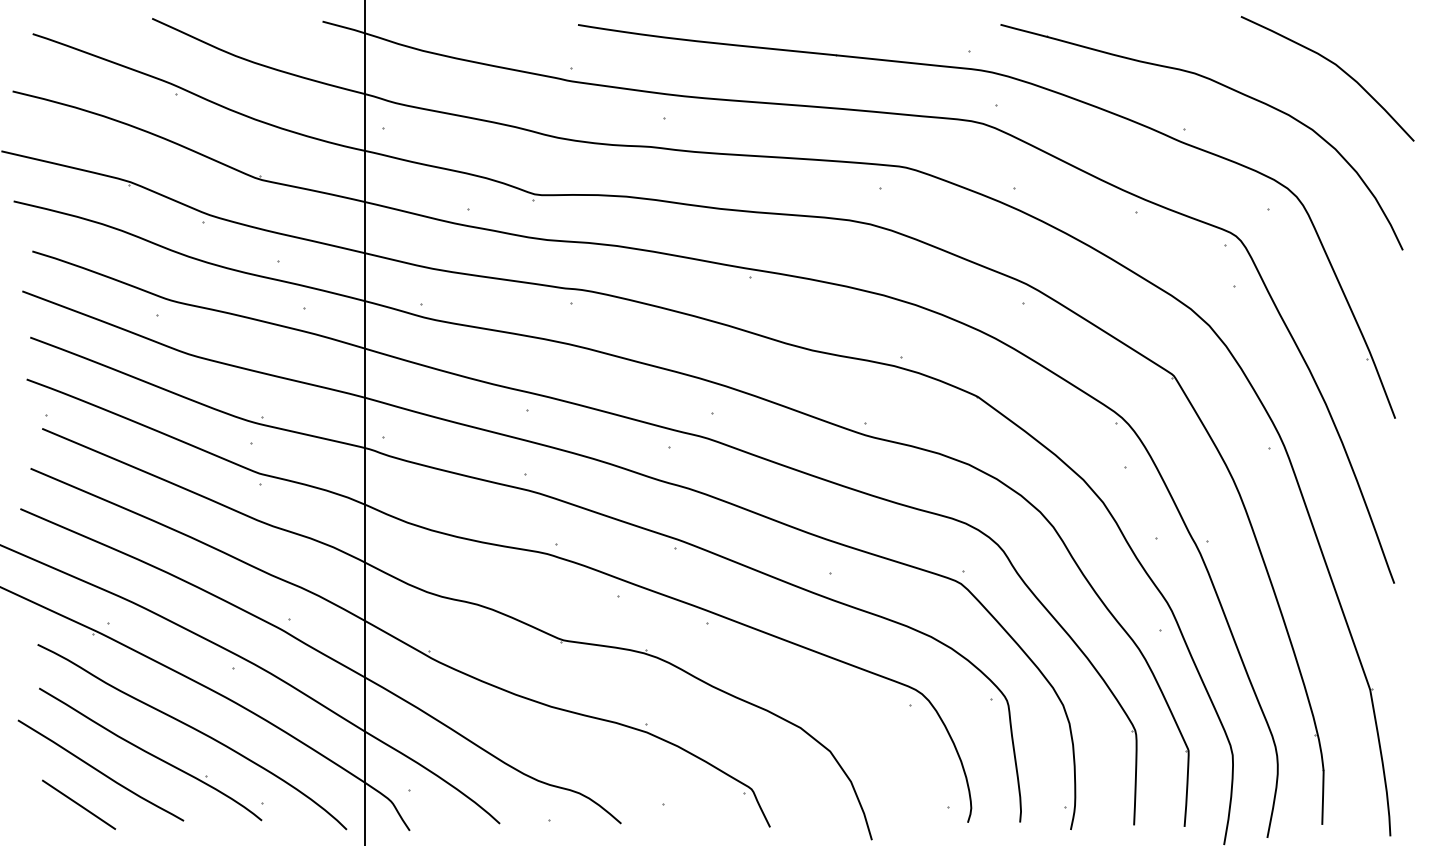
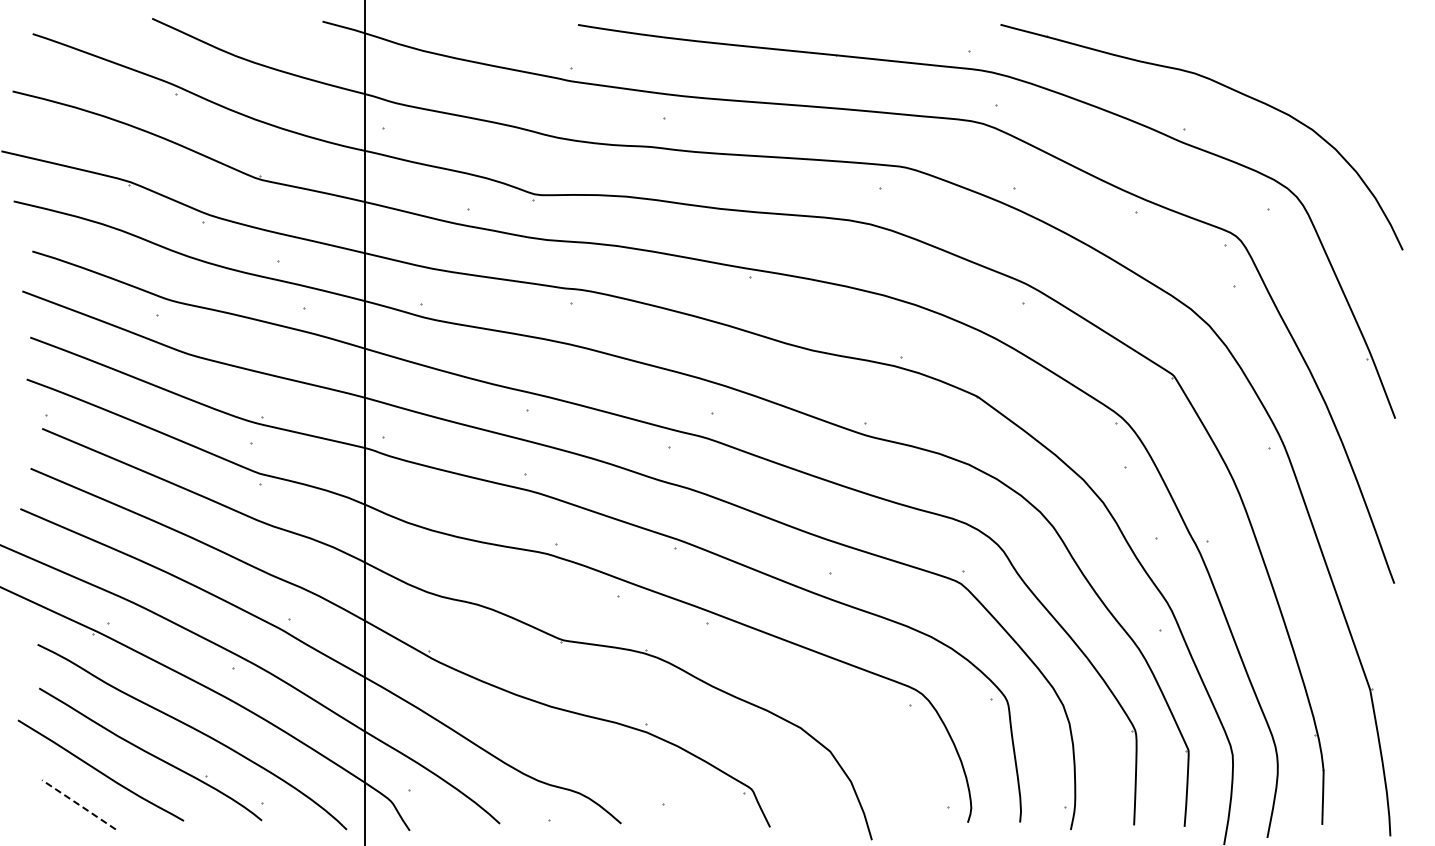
curve at (1337, 67): present -> none
line at (79, 804): solid -> dashed
